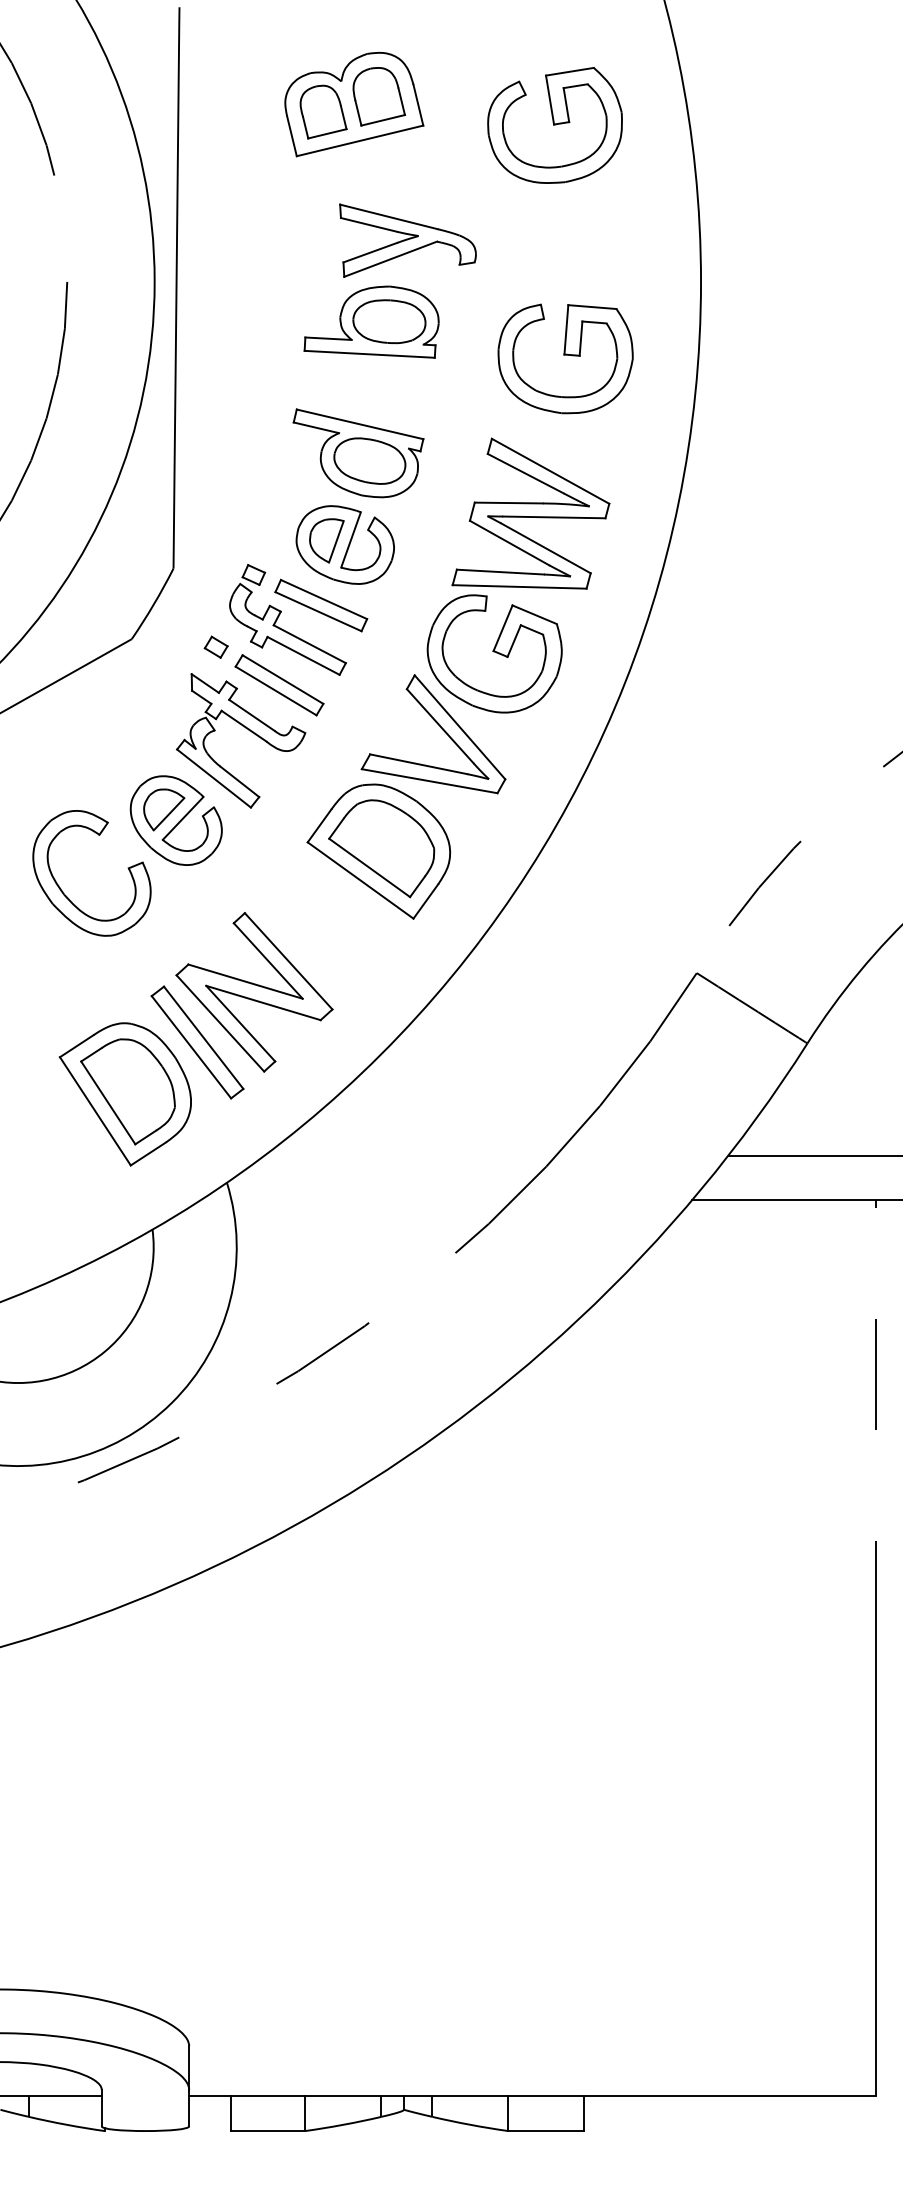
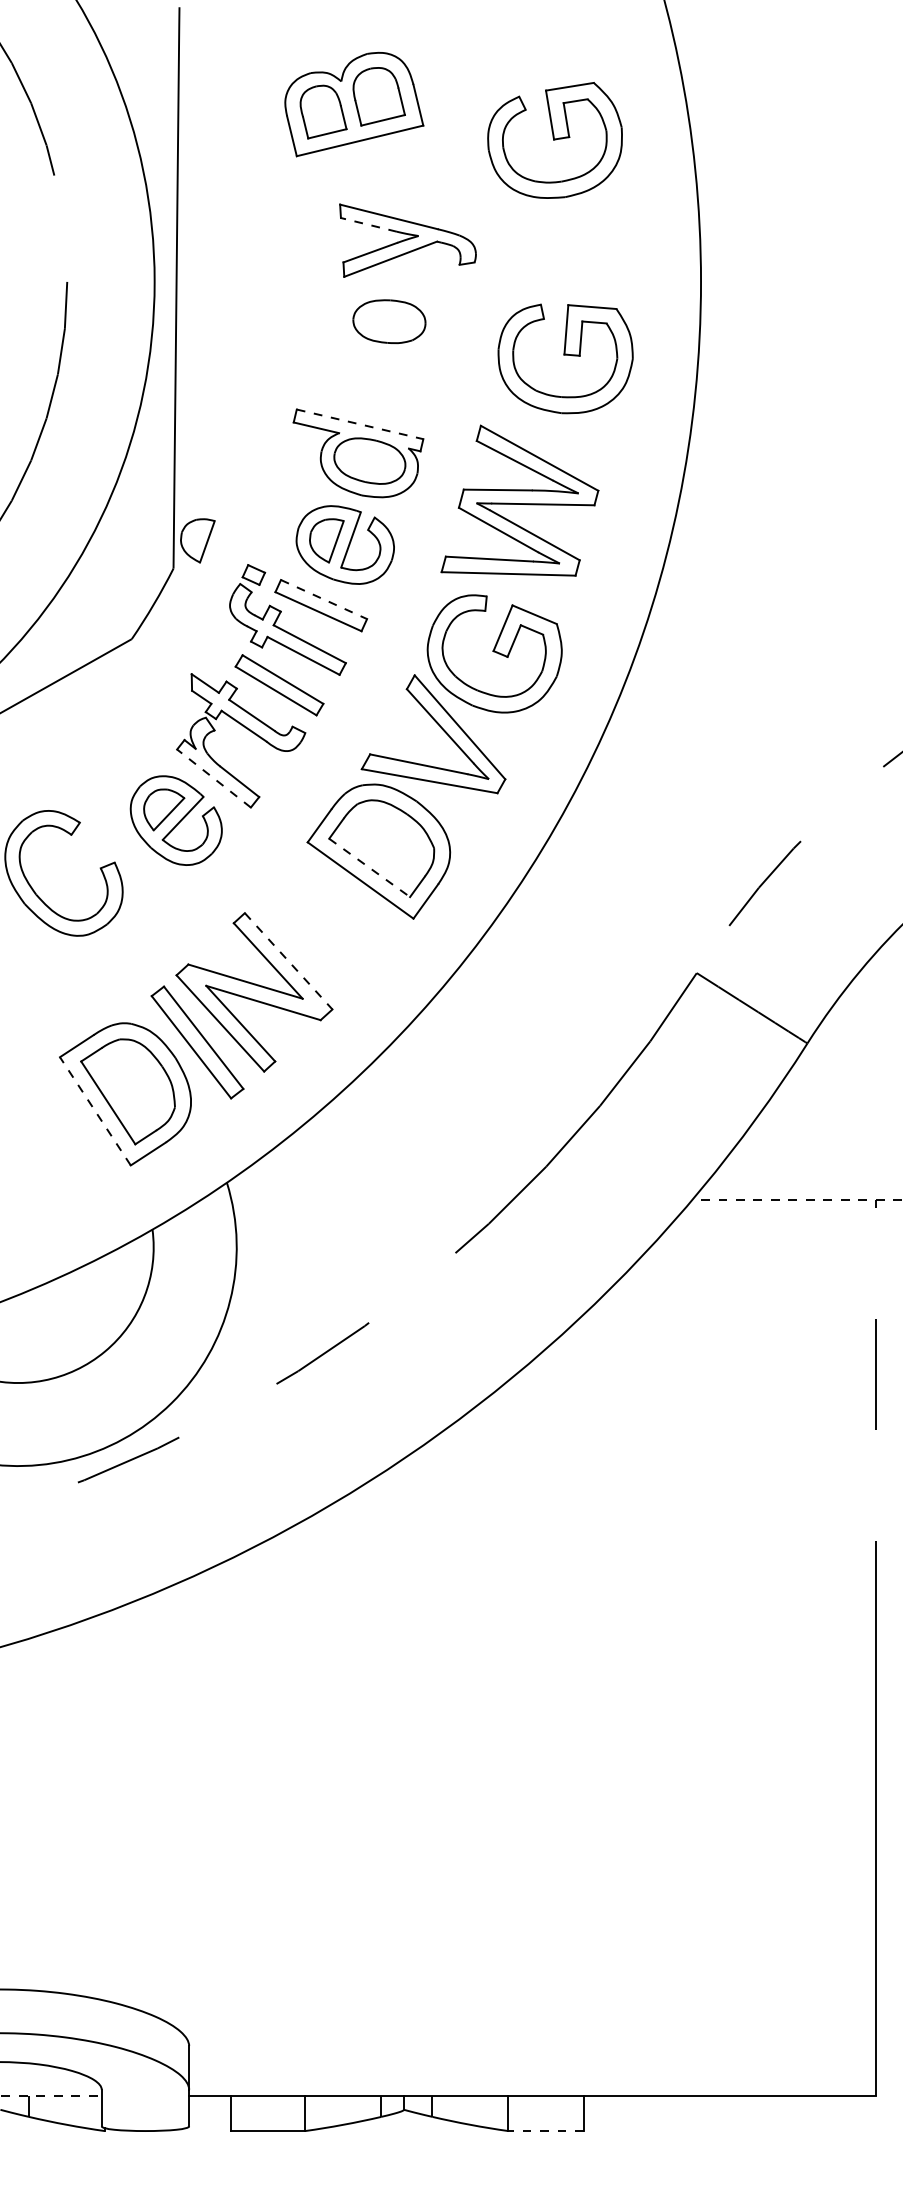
part at (554, 125) position: (554, 125) -> (554, 140)
line at (368, 224): solid -> dashed
part at (371, 321): present -> none
line at (360, 424): solid -> dashed
part at (530, 513) position: (530, 513) -> (519, 500)
part at (197, 540): none -> present
line at (324, 599): solid -> dashed
part at (215, 646): present -> none
line at (214, 778): solid -> dashed
line at (369, 867): solid -> dashed
part at (67, 896) position: (67, 896) -> (39, 896)
line at (289, 961): solid -> dashed
line at (95, 1111): solid -> dashed
line at (813, 1156): present -> none
line at (797, 1199): solid -> dashed
line at (50, 2095): solid -> dashed
line at (546, 2131): solid -> dashed
